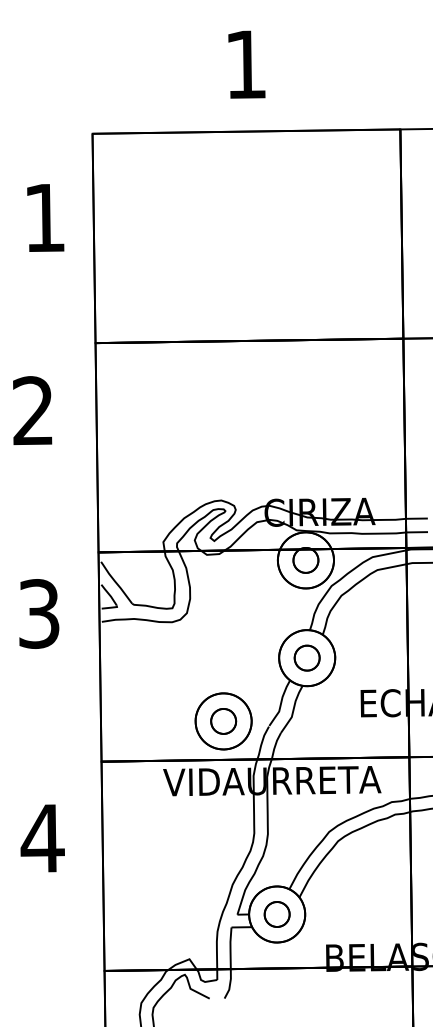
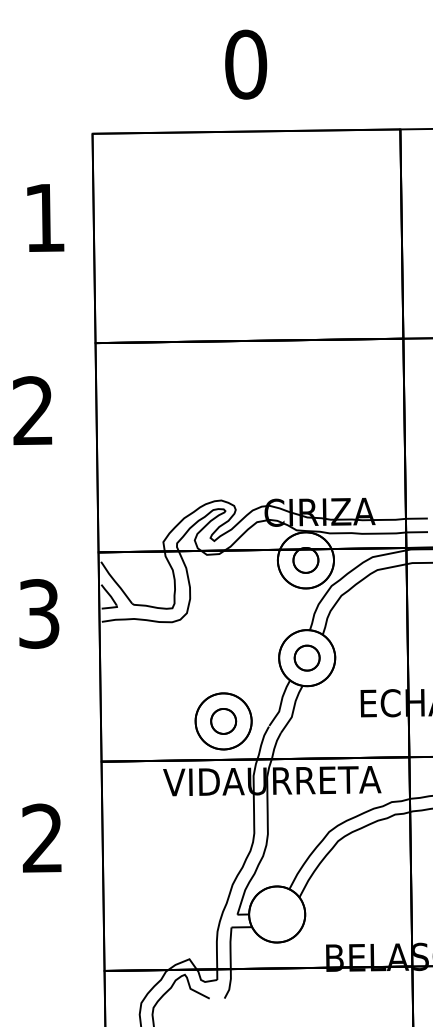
text at (246, 64): 1 -> 0
text at (42, 837): 4 -> 2
part at (276, 914): present -> none
